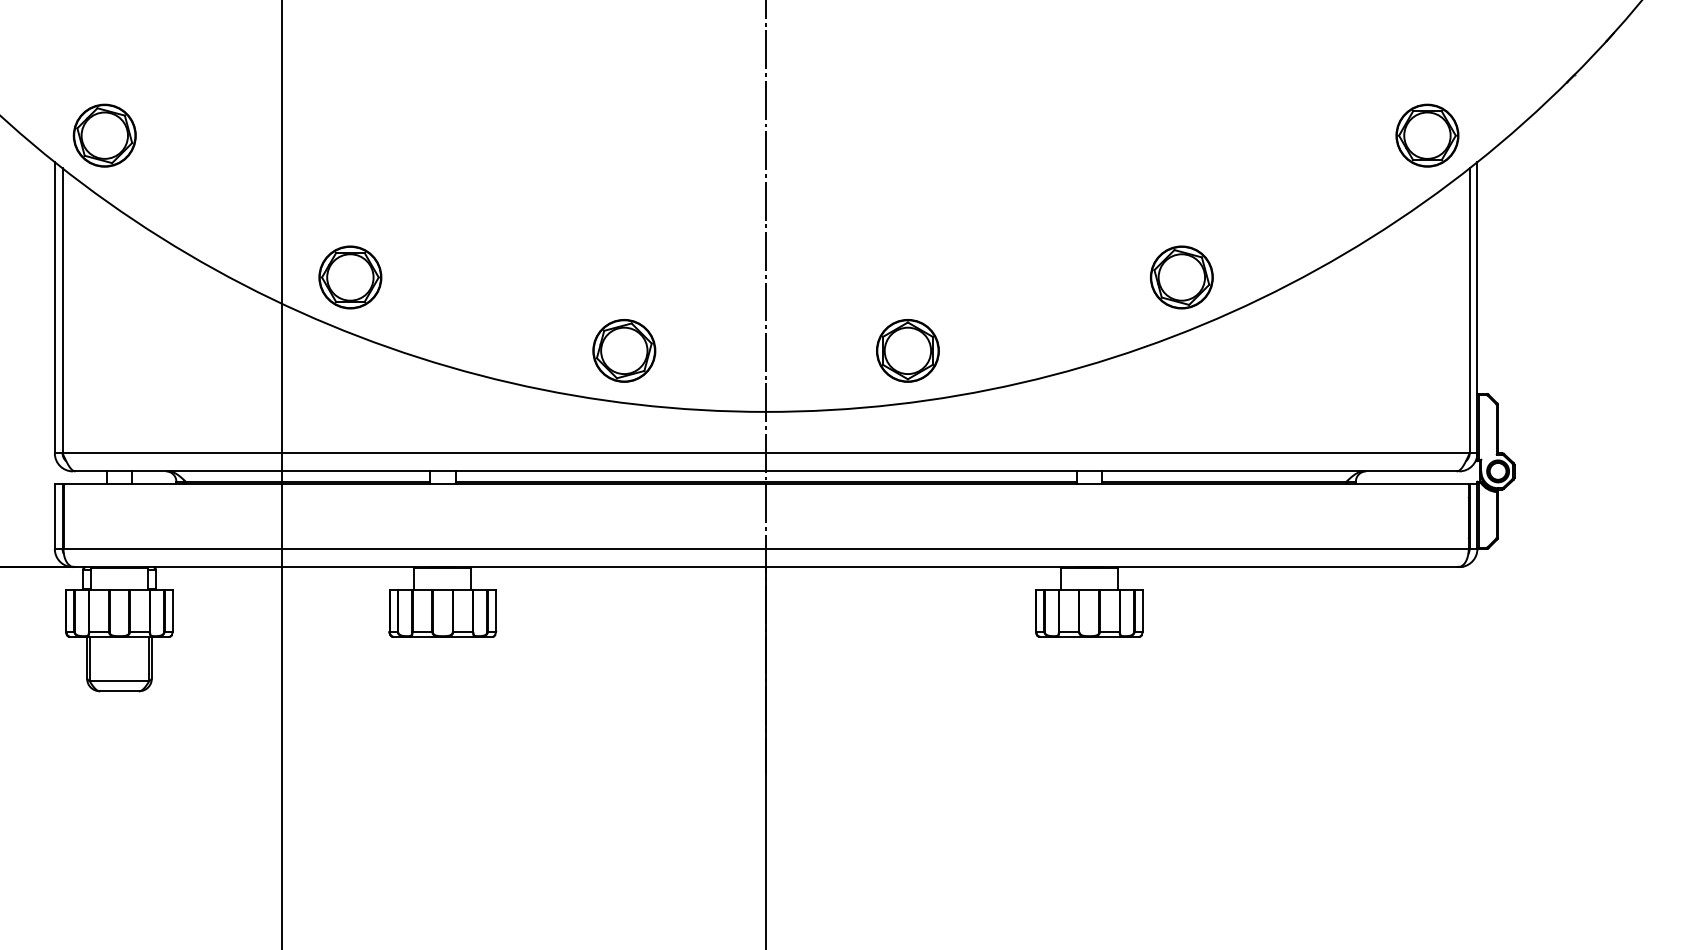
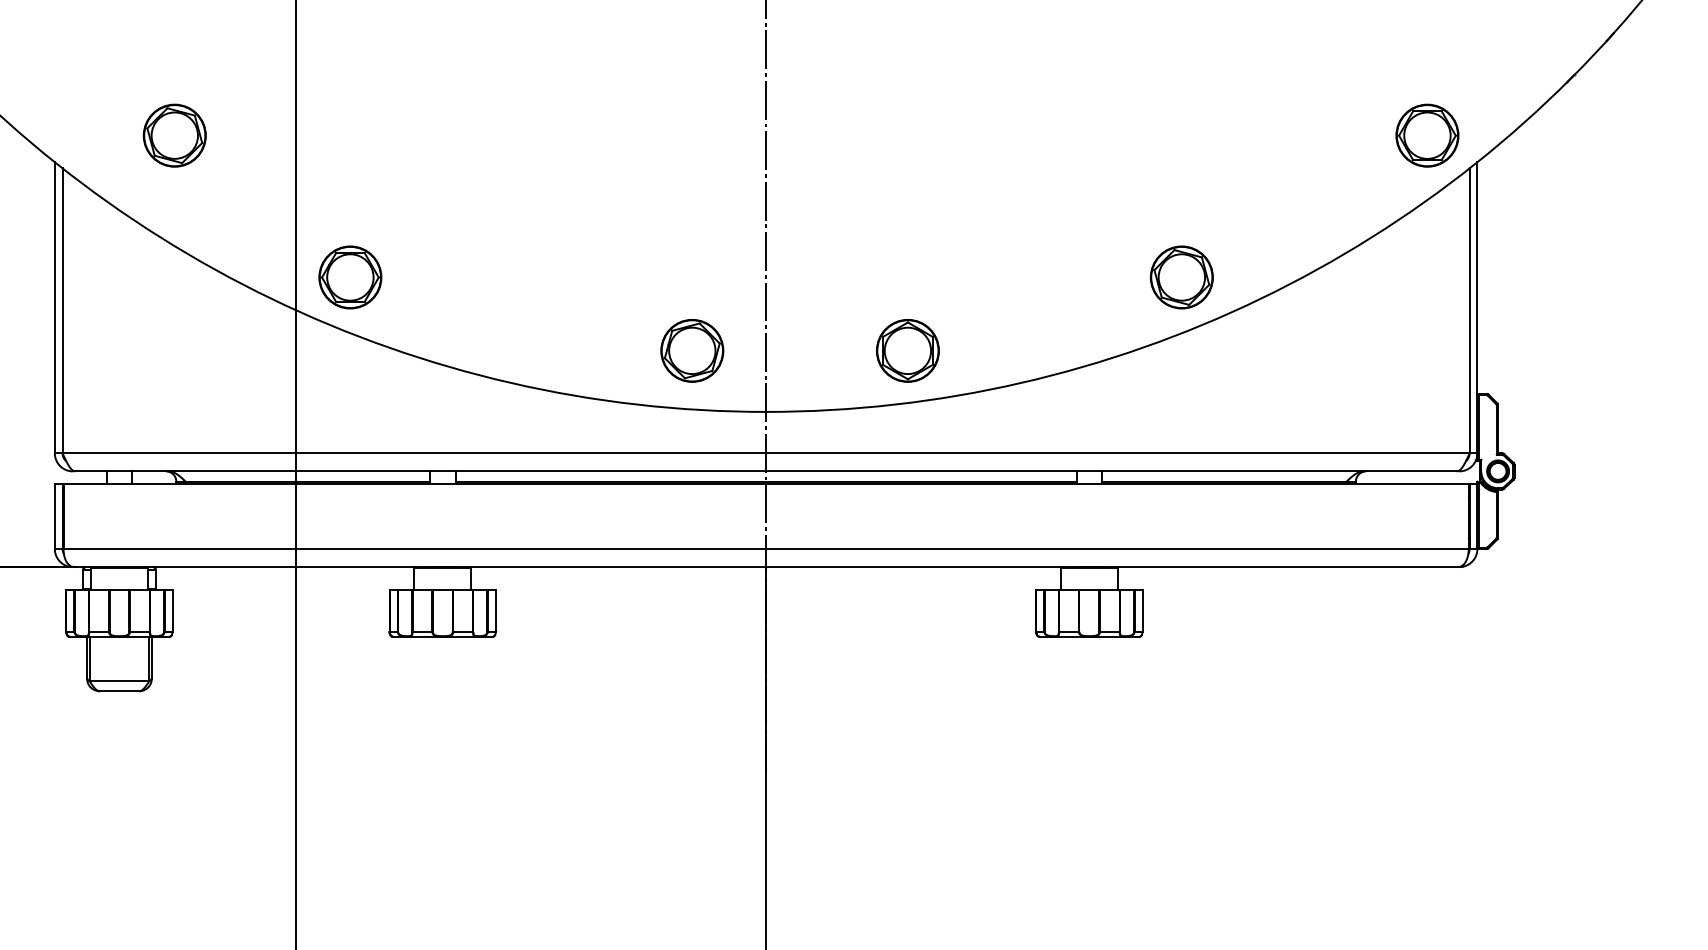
part at (104, 135) position: (104, 135) -> (174, 135)
part at (624, 350) position: (624, 350) -> (692, 350)
line at (281, 474) position: (281, 474) -> (295, 474)
